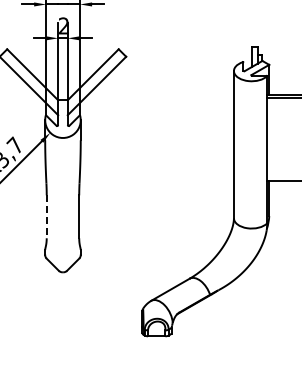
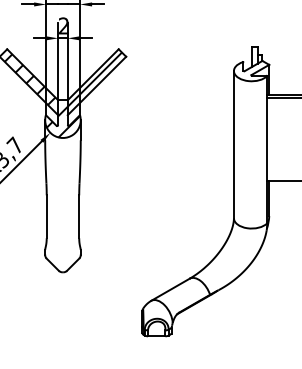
hatch at (62, 94): none -> present
line at (46, 217): dashed -> solid
